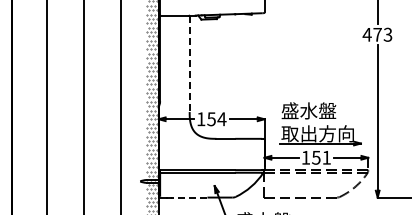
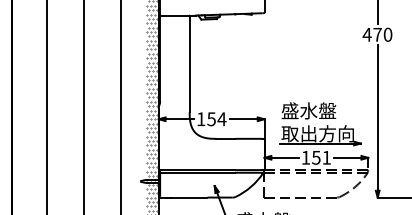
text at (387, 34): 473 -> 470
line at (189, 64): dashed -> solid
line at (188, 197): dashed -> solid
